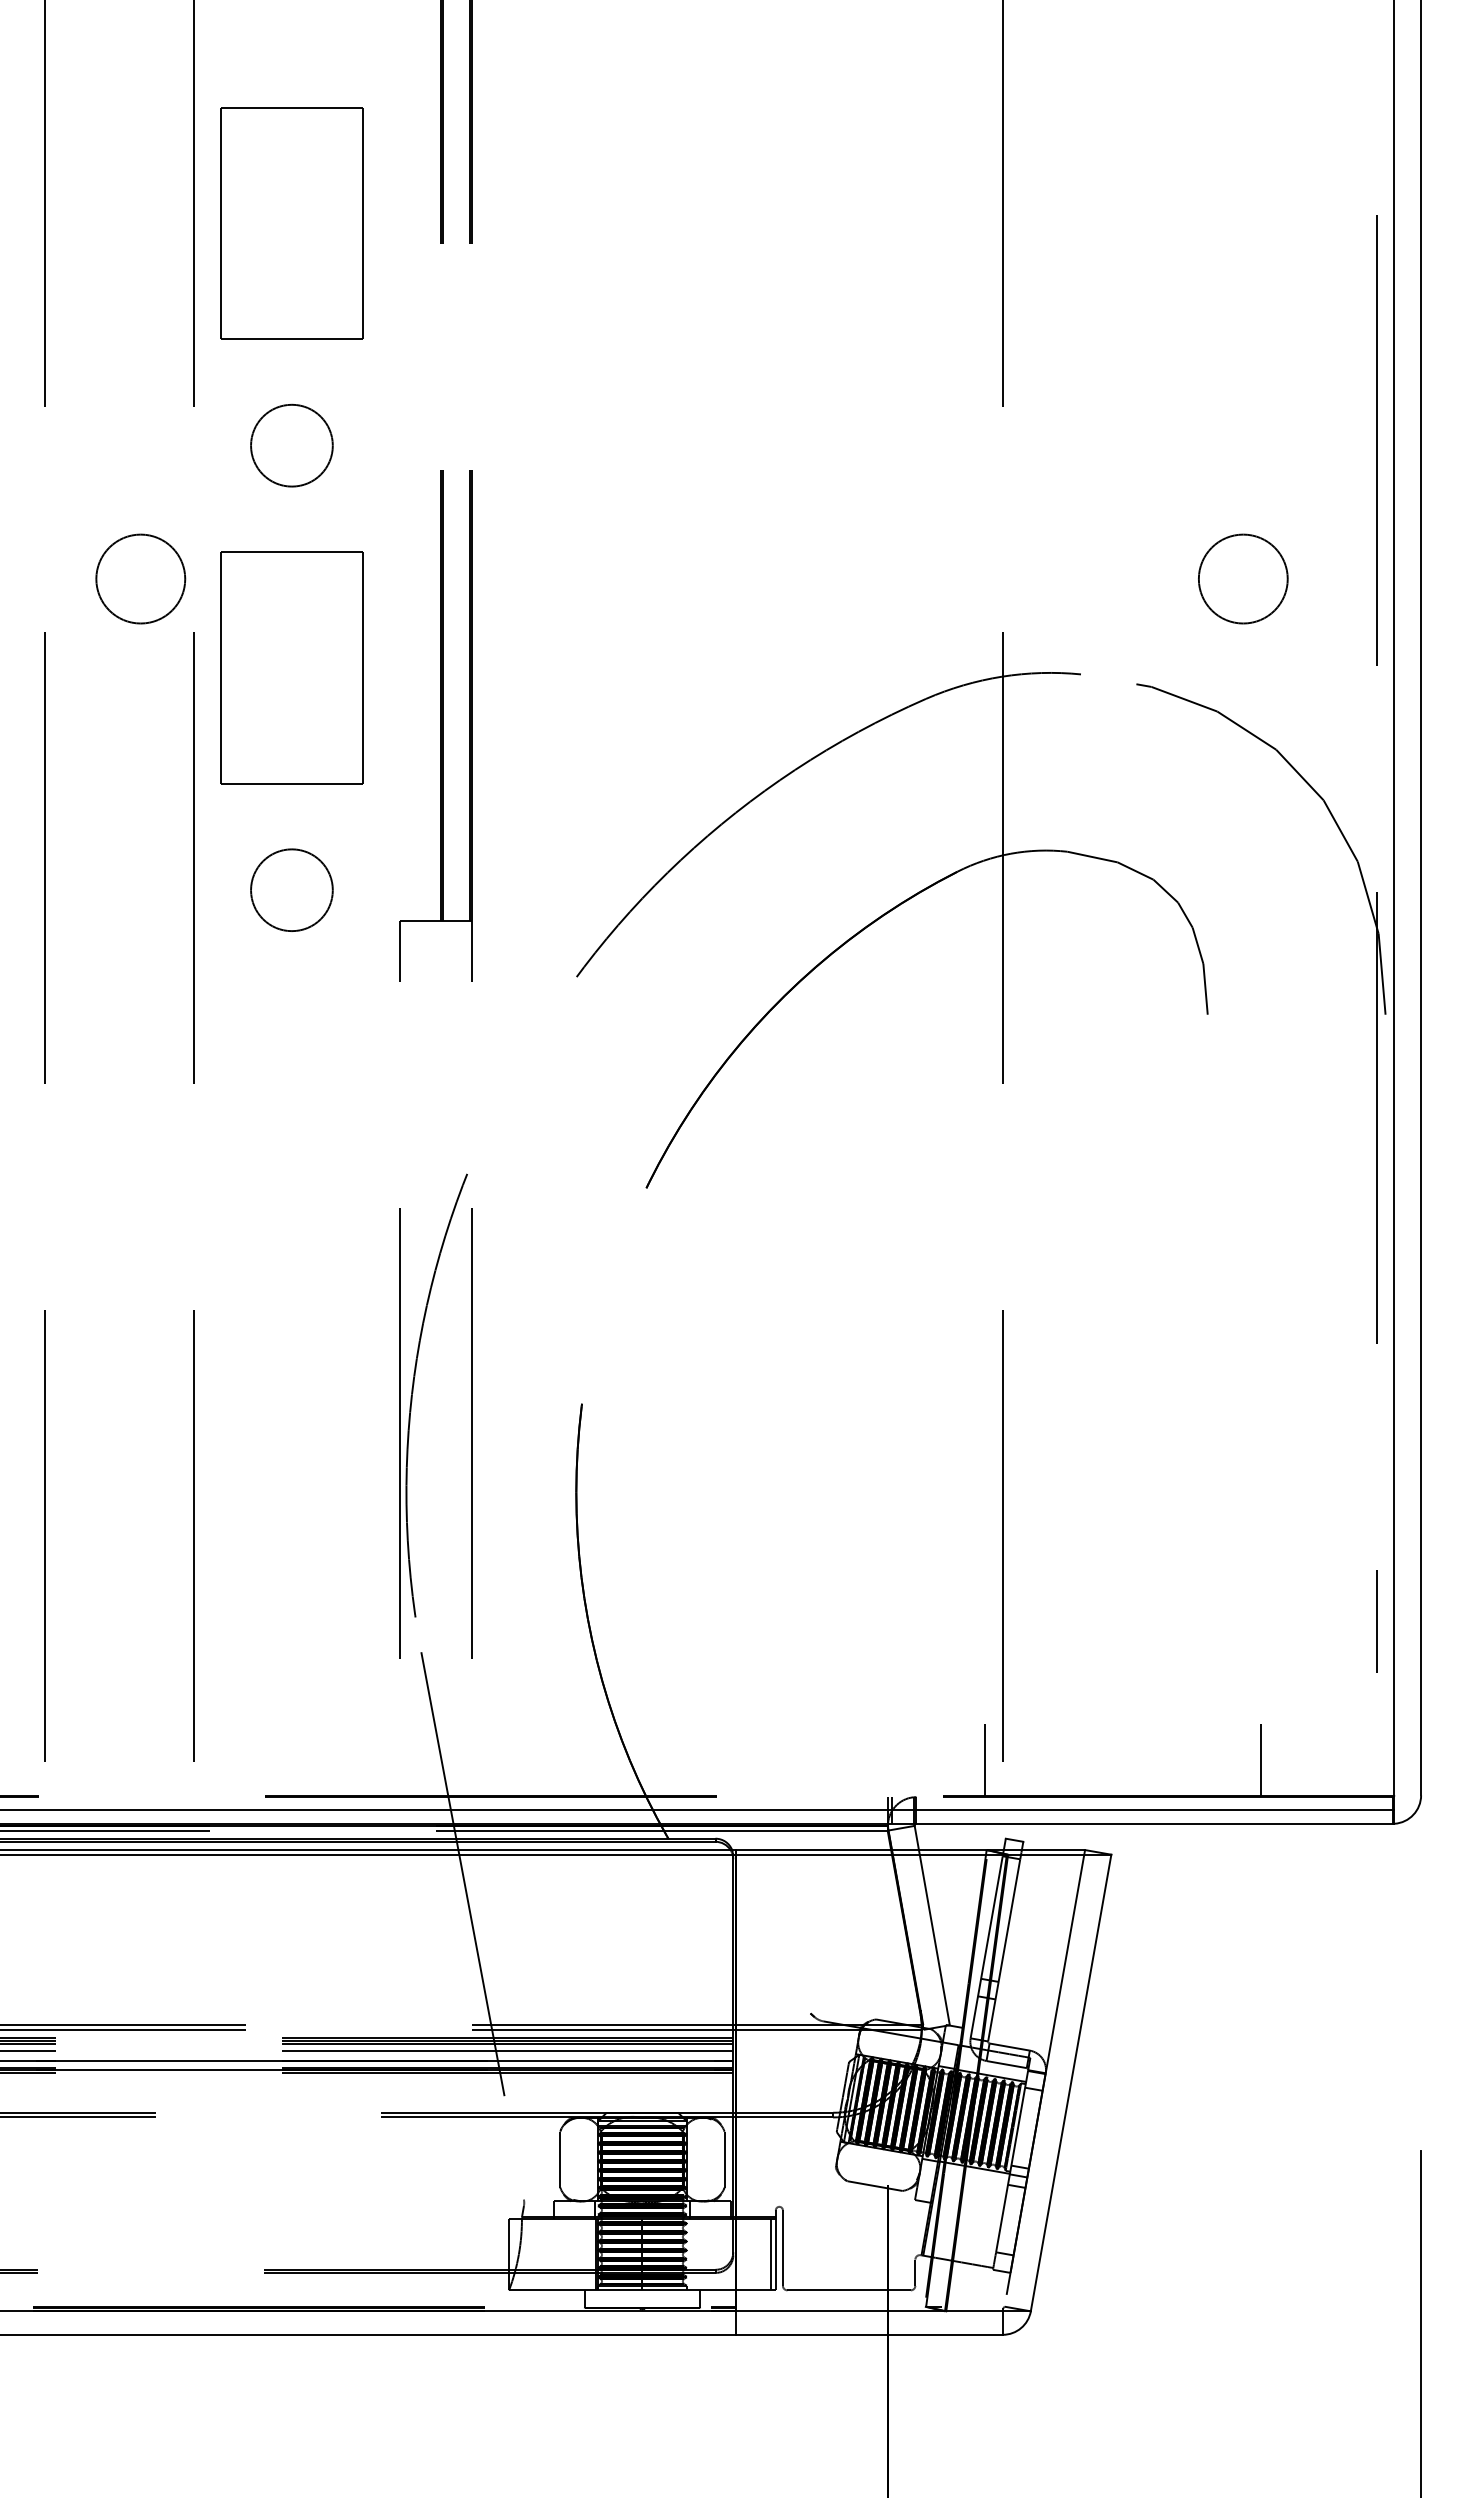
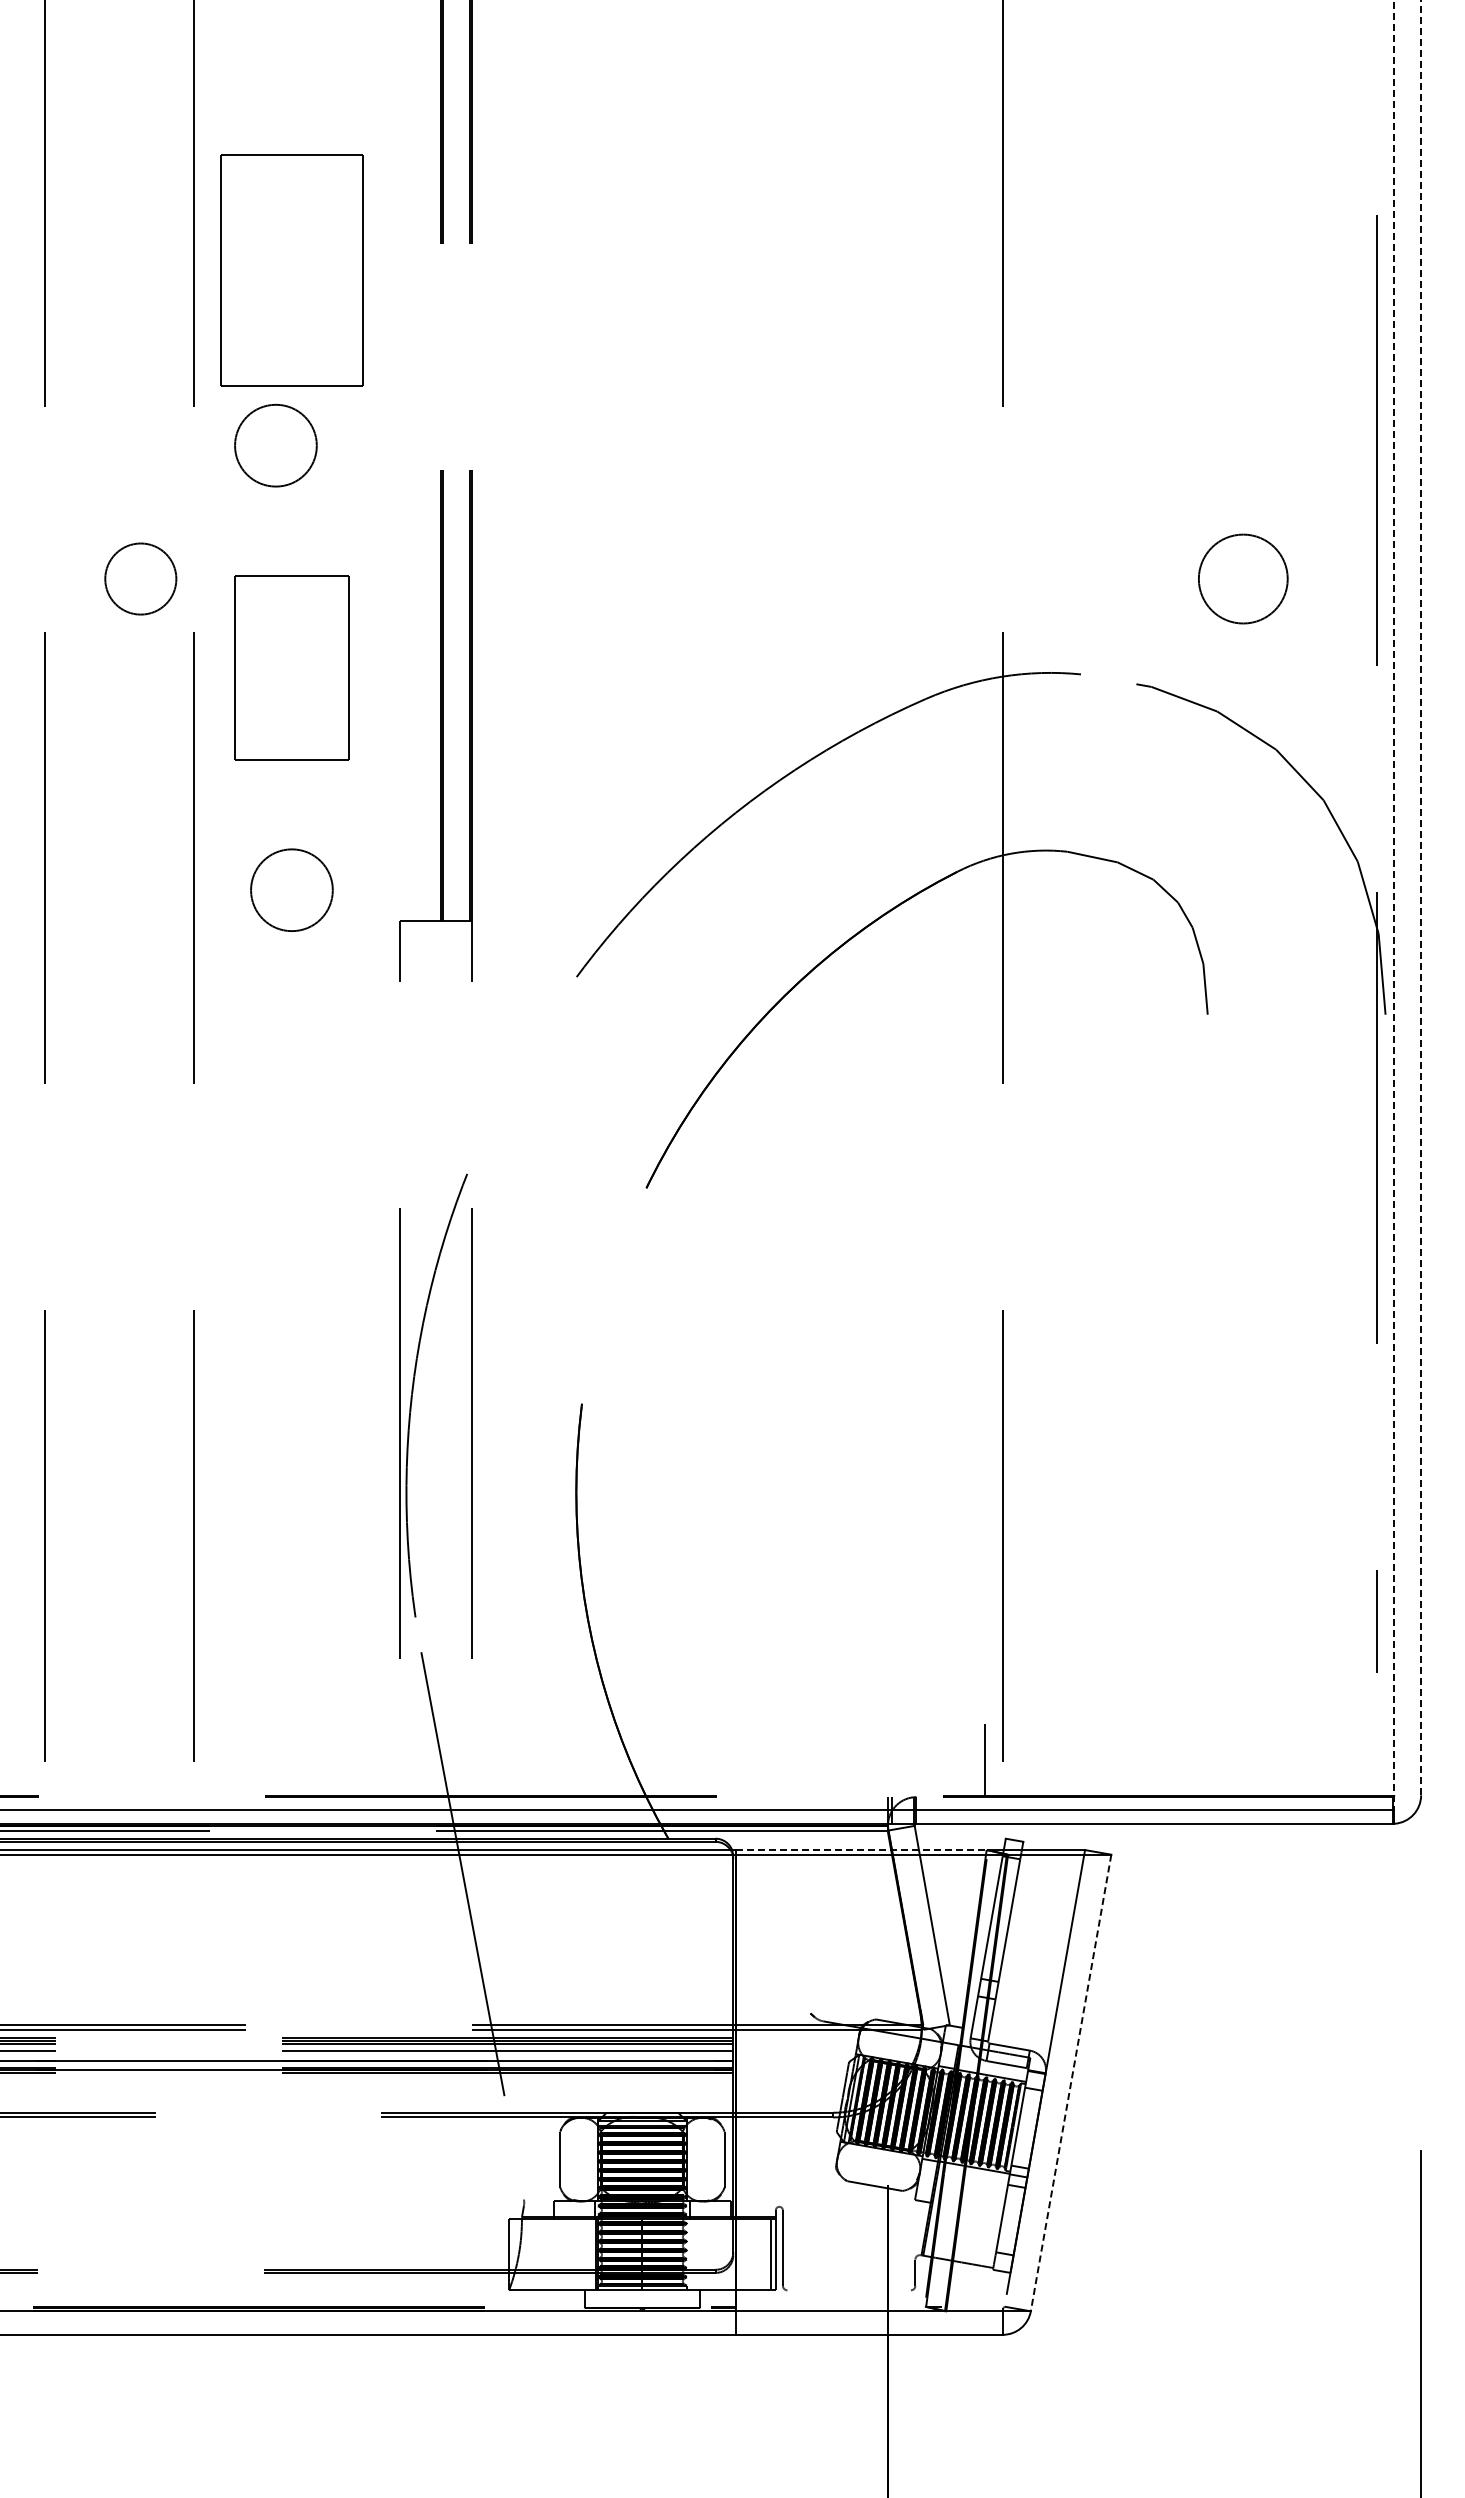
part at (291, 223) position: (291, 223) -> (291, 270)
circle at (291, 445) position: (291, 445) -> (275, 445)
circle at (140, 578) size: 92x92 px -> 74x74 px
part at (291, 667) size: 144x234 px -> 116x186 px
line at (1421, 897): solid -> dashed
line at (1394, 905): solid -> dashed
line at (1261, 1760): present -> none
line at (861, 1850): solid -> dashed
line at (1071, 2083): solid -> dashed
line at (848, 2290): present -> none
